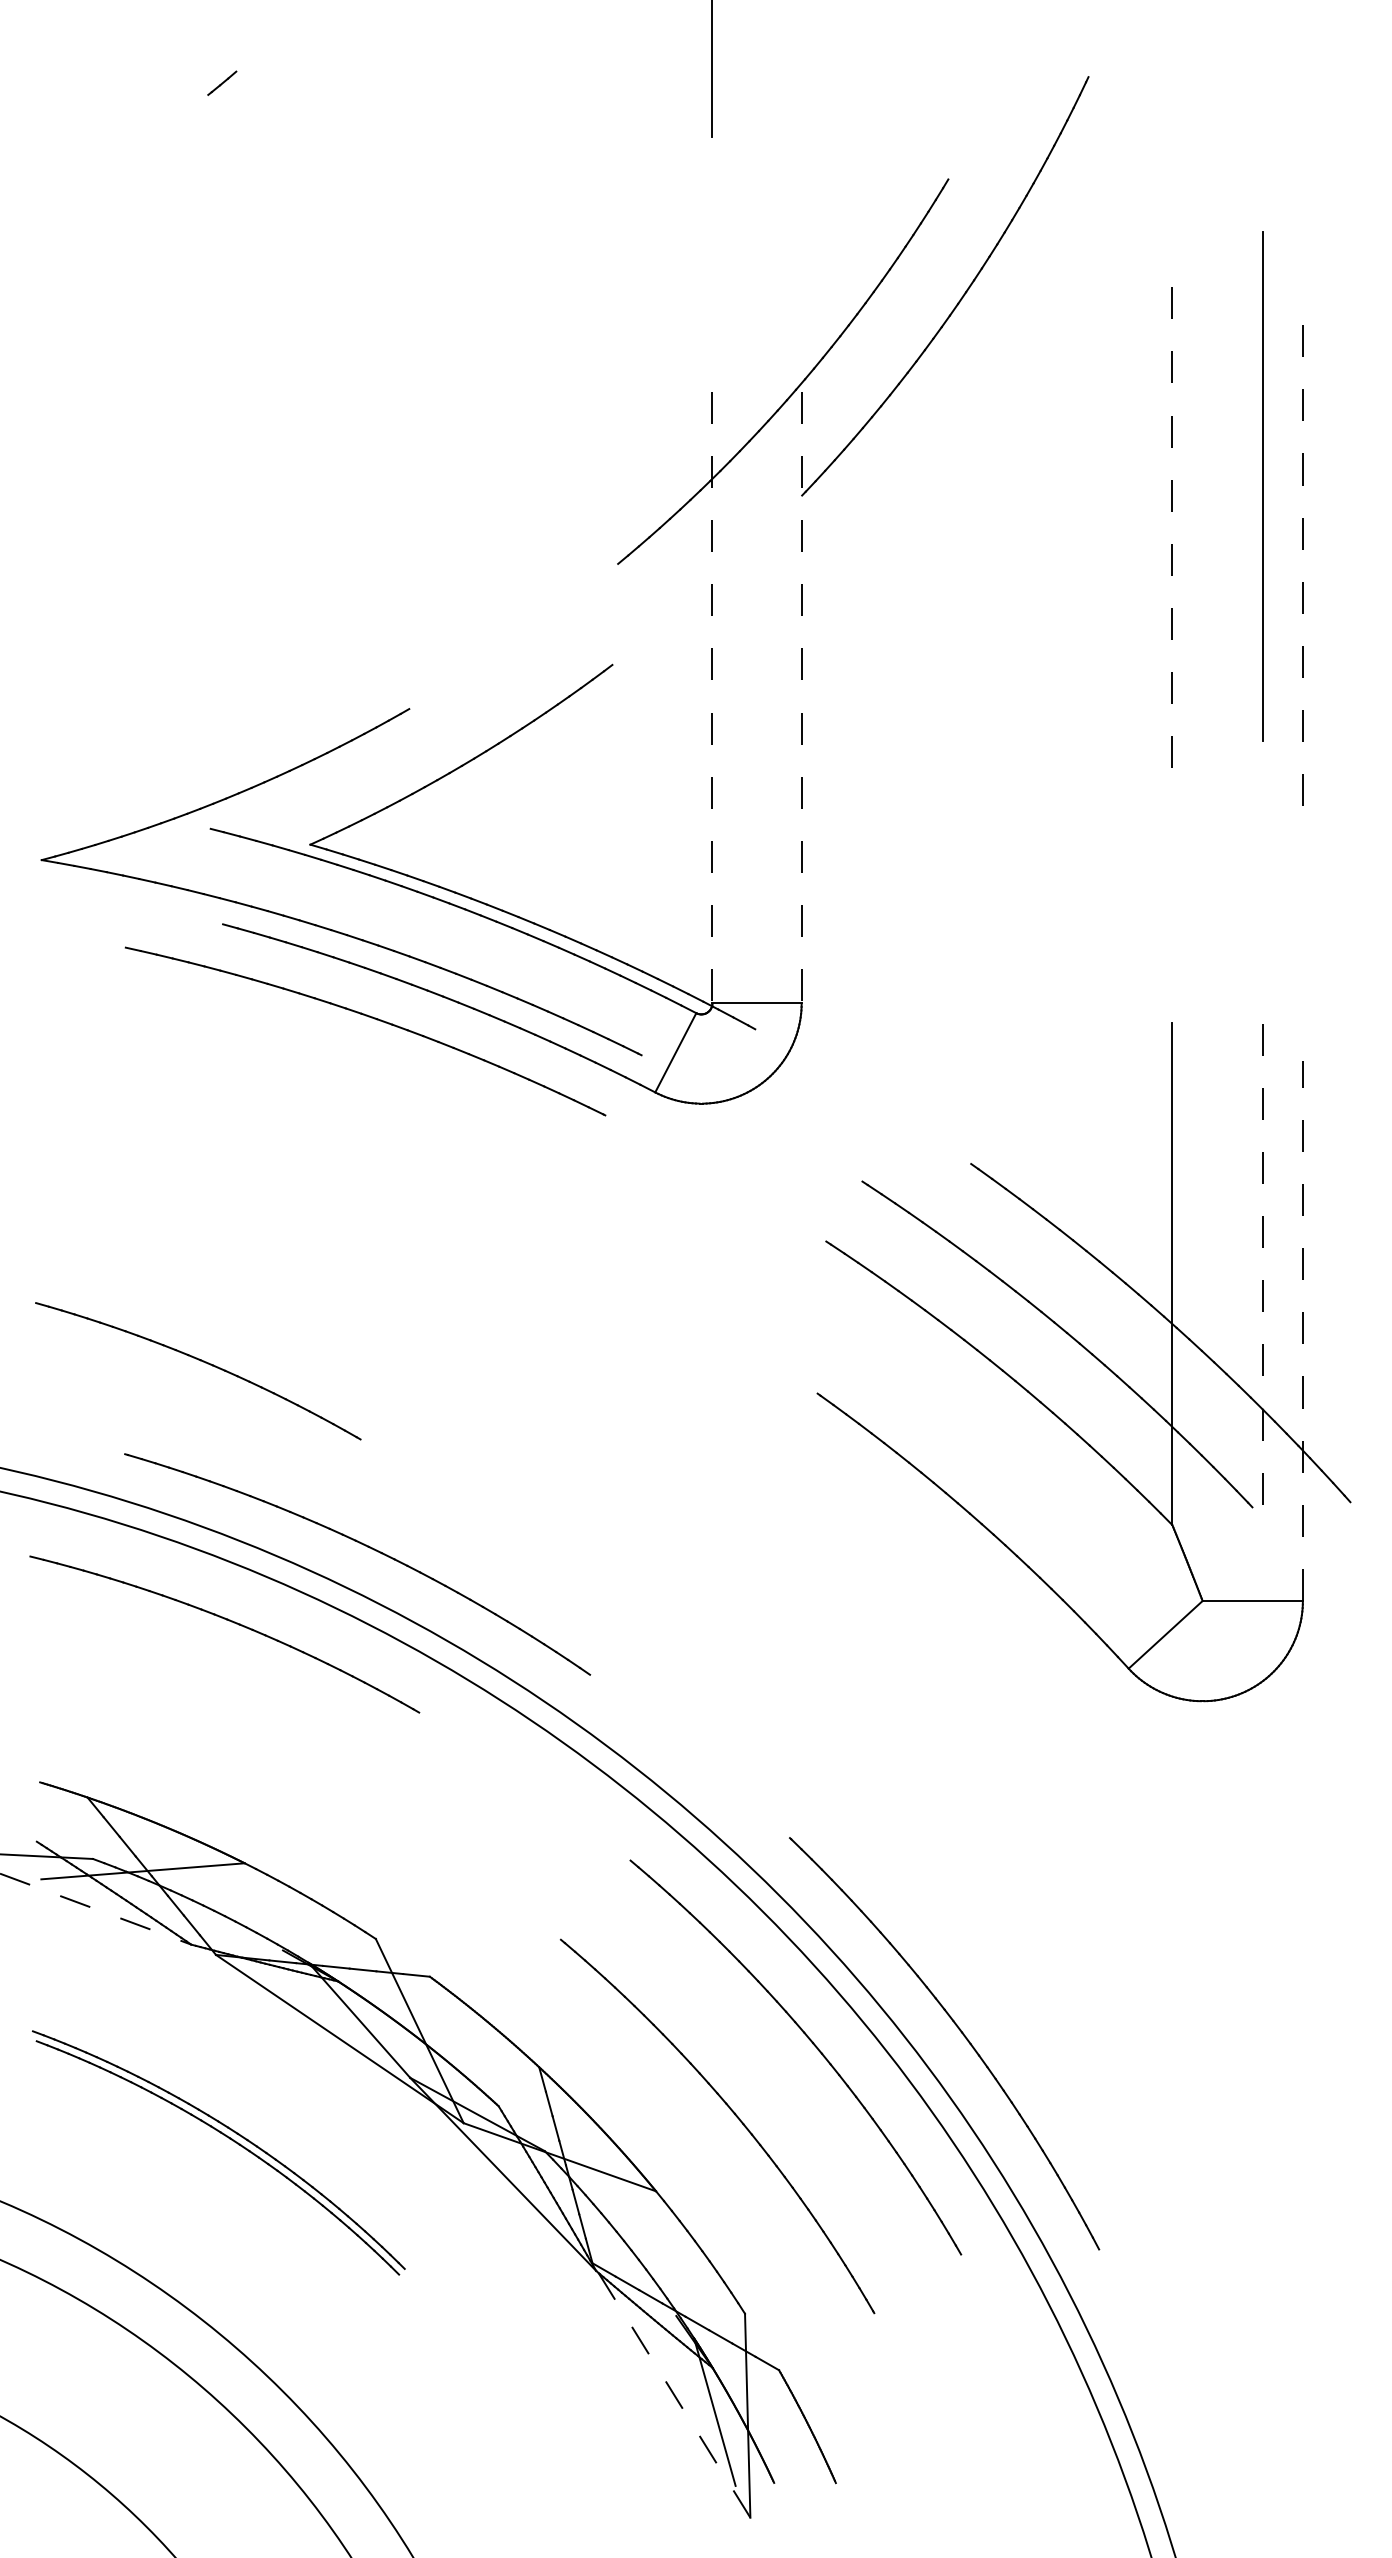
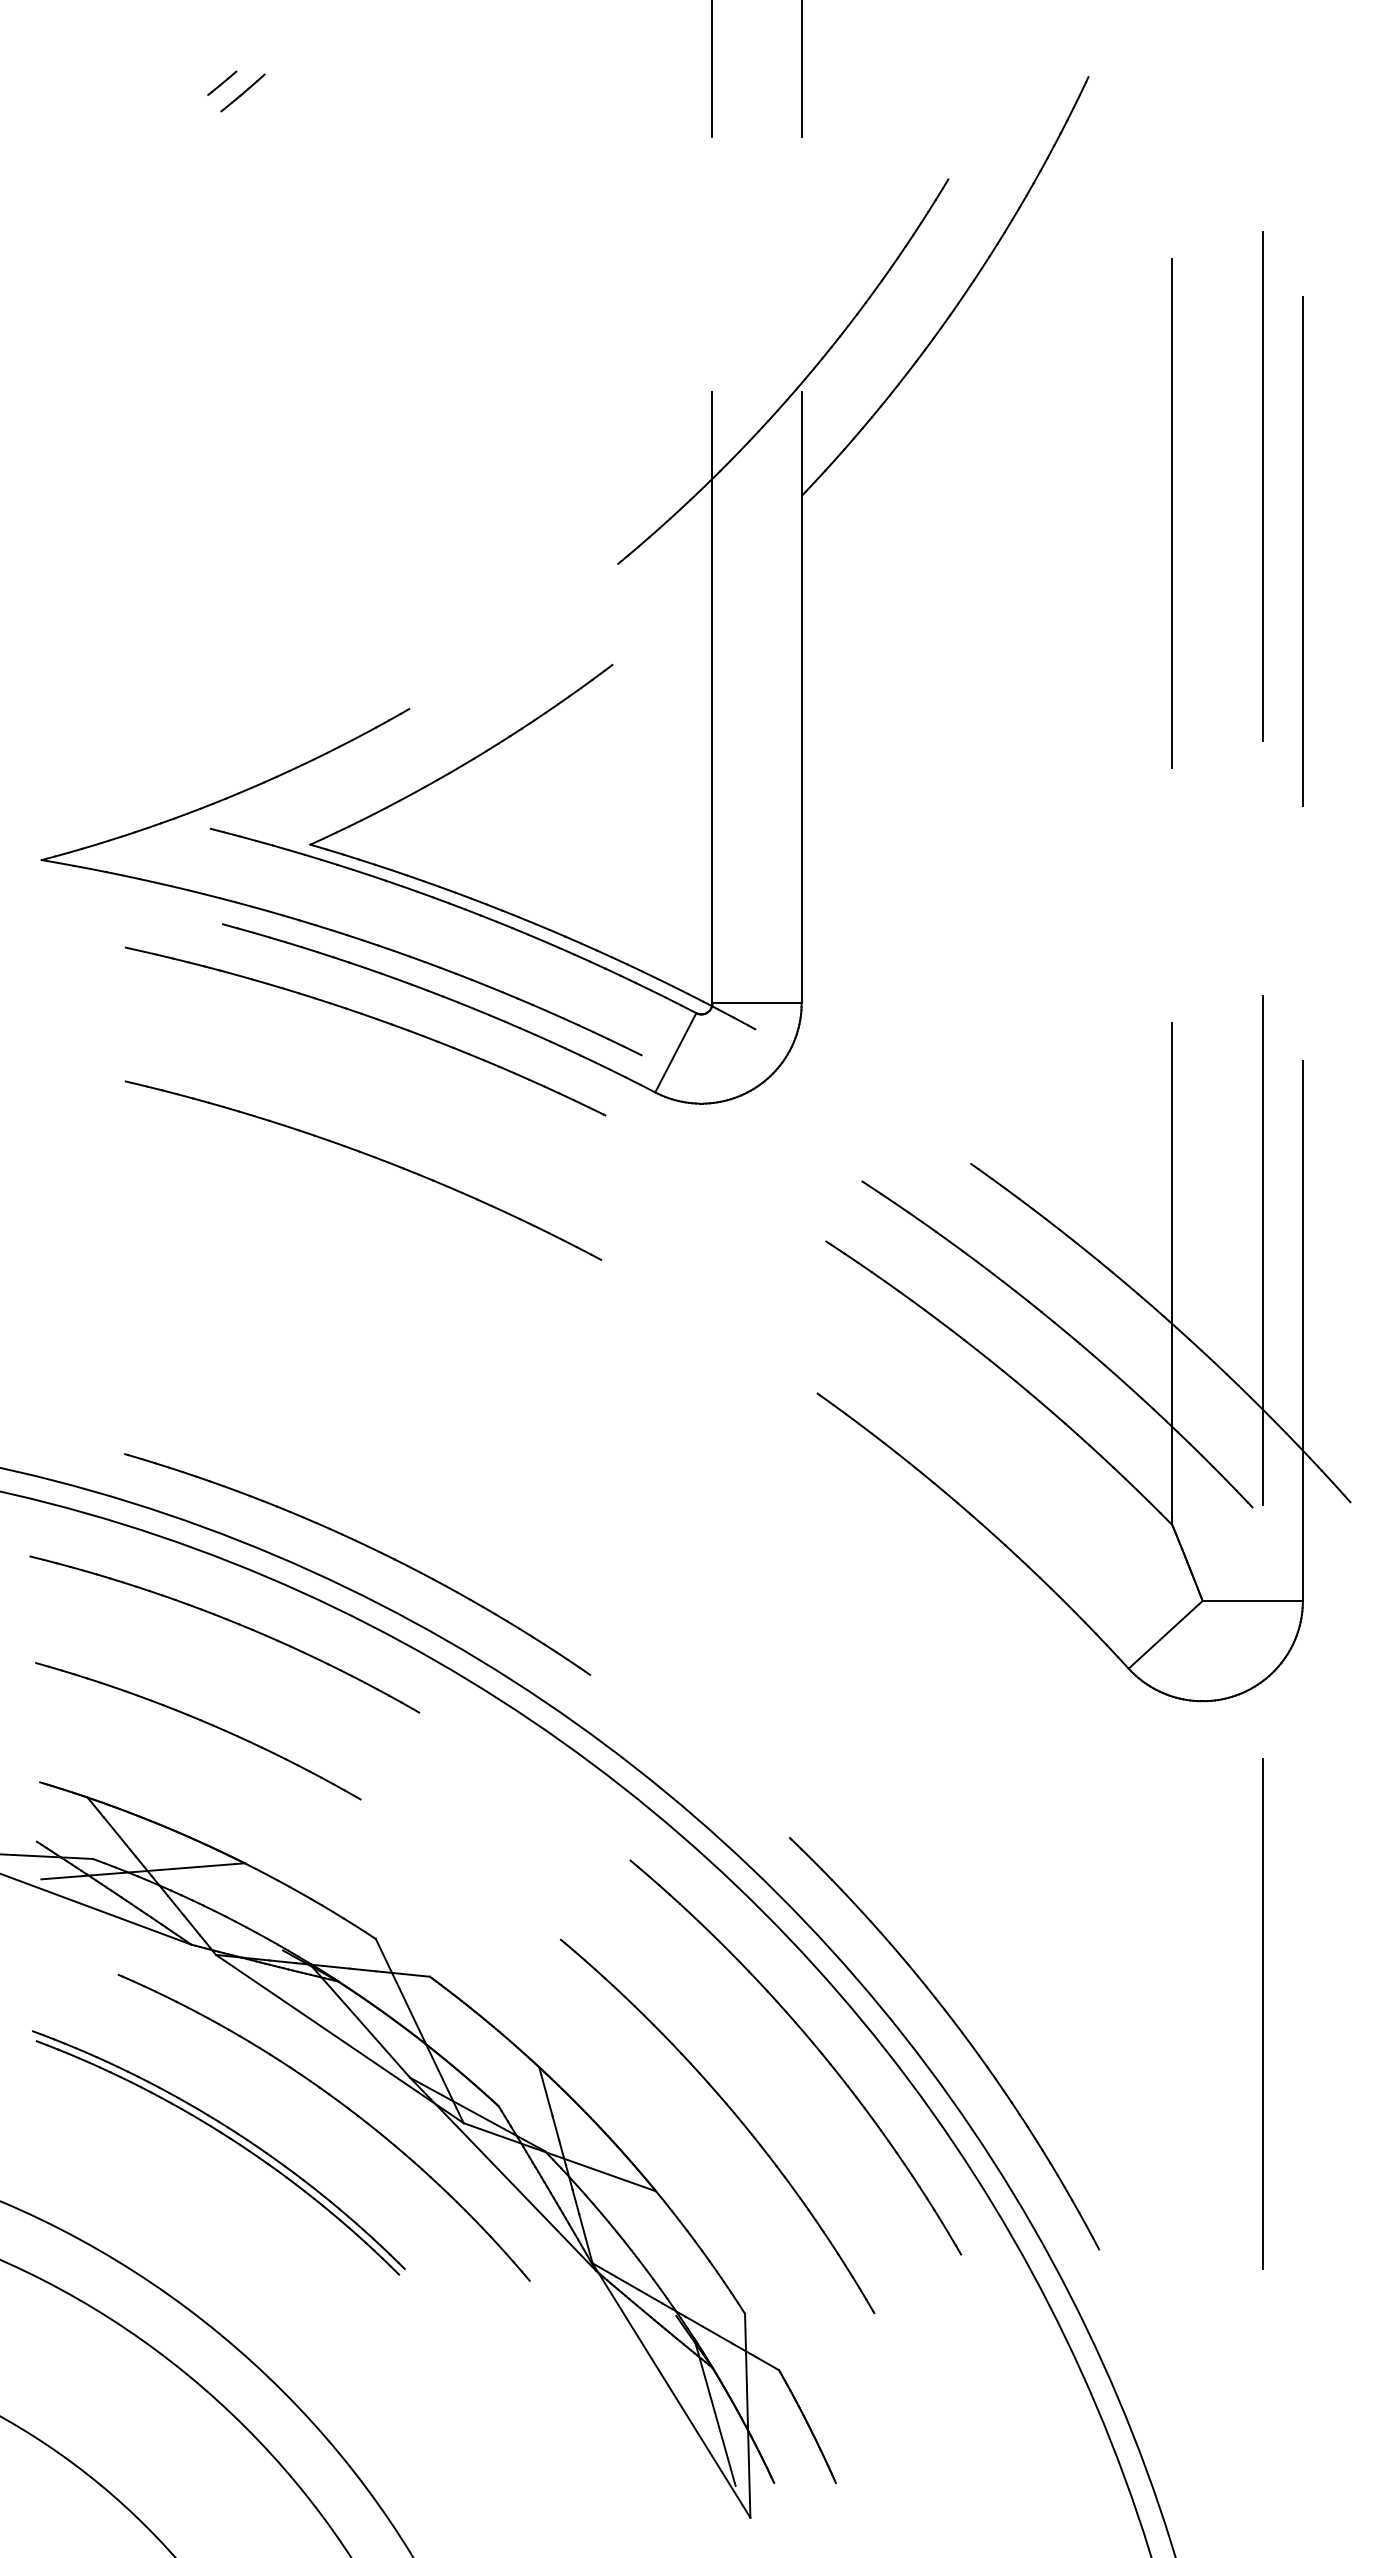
line at (801, 69): none -> present
line at (242, 92): none -> present
line at (1172, 513): dashed -> solid
line at (1302, 551): dashed -> solid
line at (712, 697): dashed -> solid
line at (801, 697): dashed -> solid
part at (369, 1156): none -> present
line at (1262, 1250): dashed -> solid
line at (1302, 1331): dashed -> solid
part at (200, 1361) position: (200, 1361) -> (200, 1721)
line at (95, 1909): dashed -> solid
line at (1262, 2013): none -> present
part at (339, 2103): none -> present
line at (671, 2390): dashed -> solid
